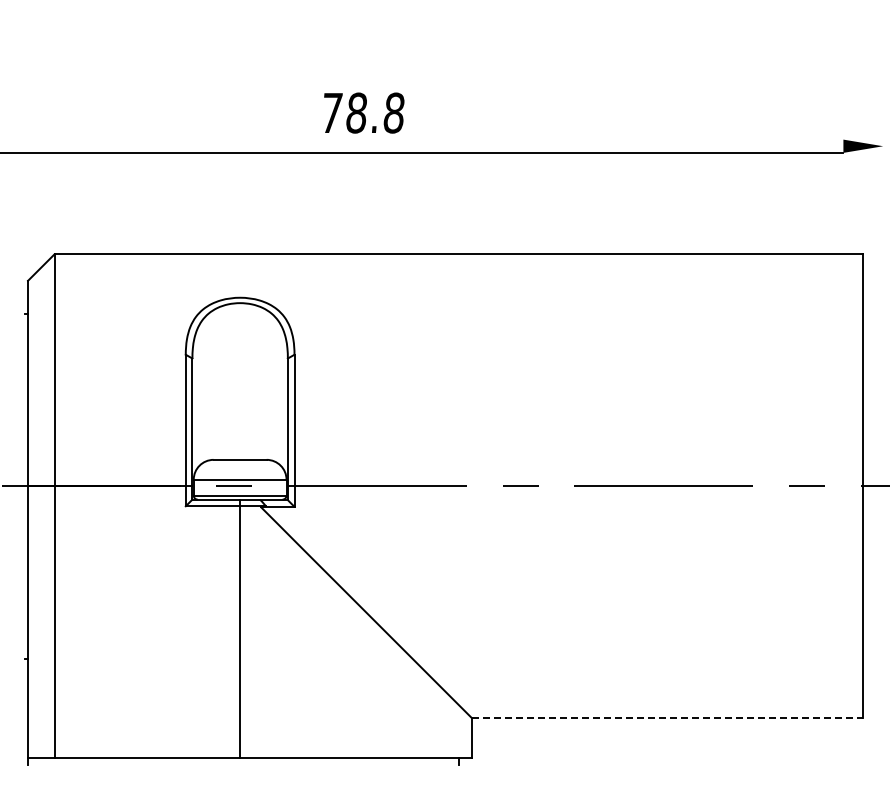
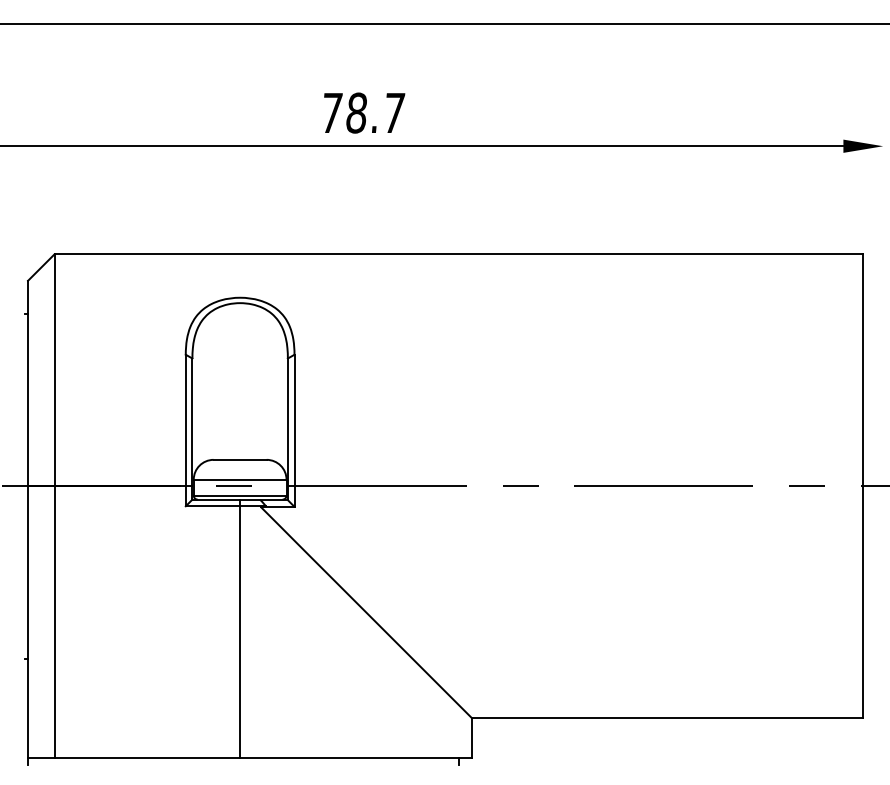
line at (444, 23): none -> present
text at (394, 112): 78.8 -> 78.7
line at (422, 153) position: (422, 153) -> (422, 146)
line at (667, 718): dashed -> solid
